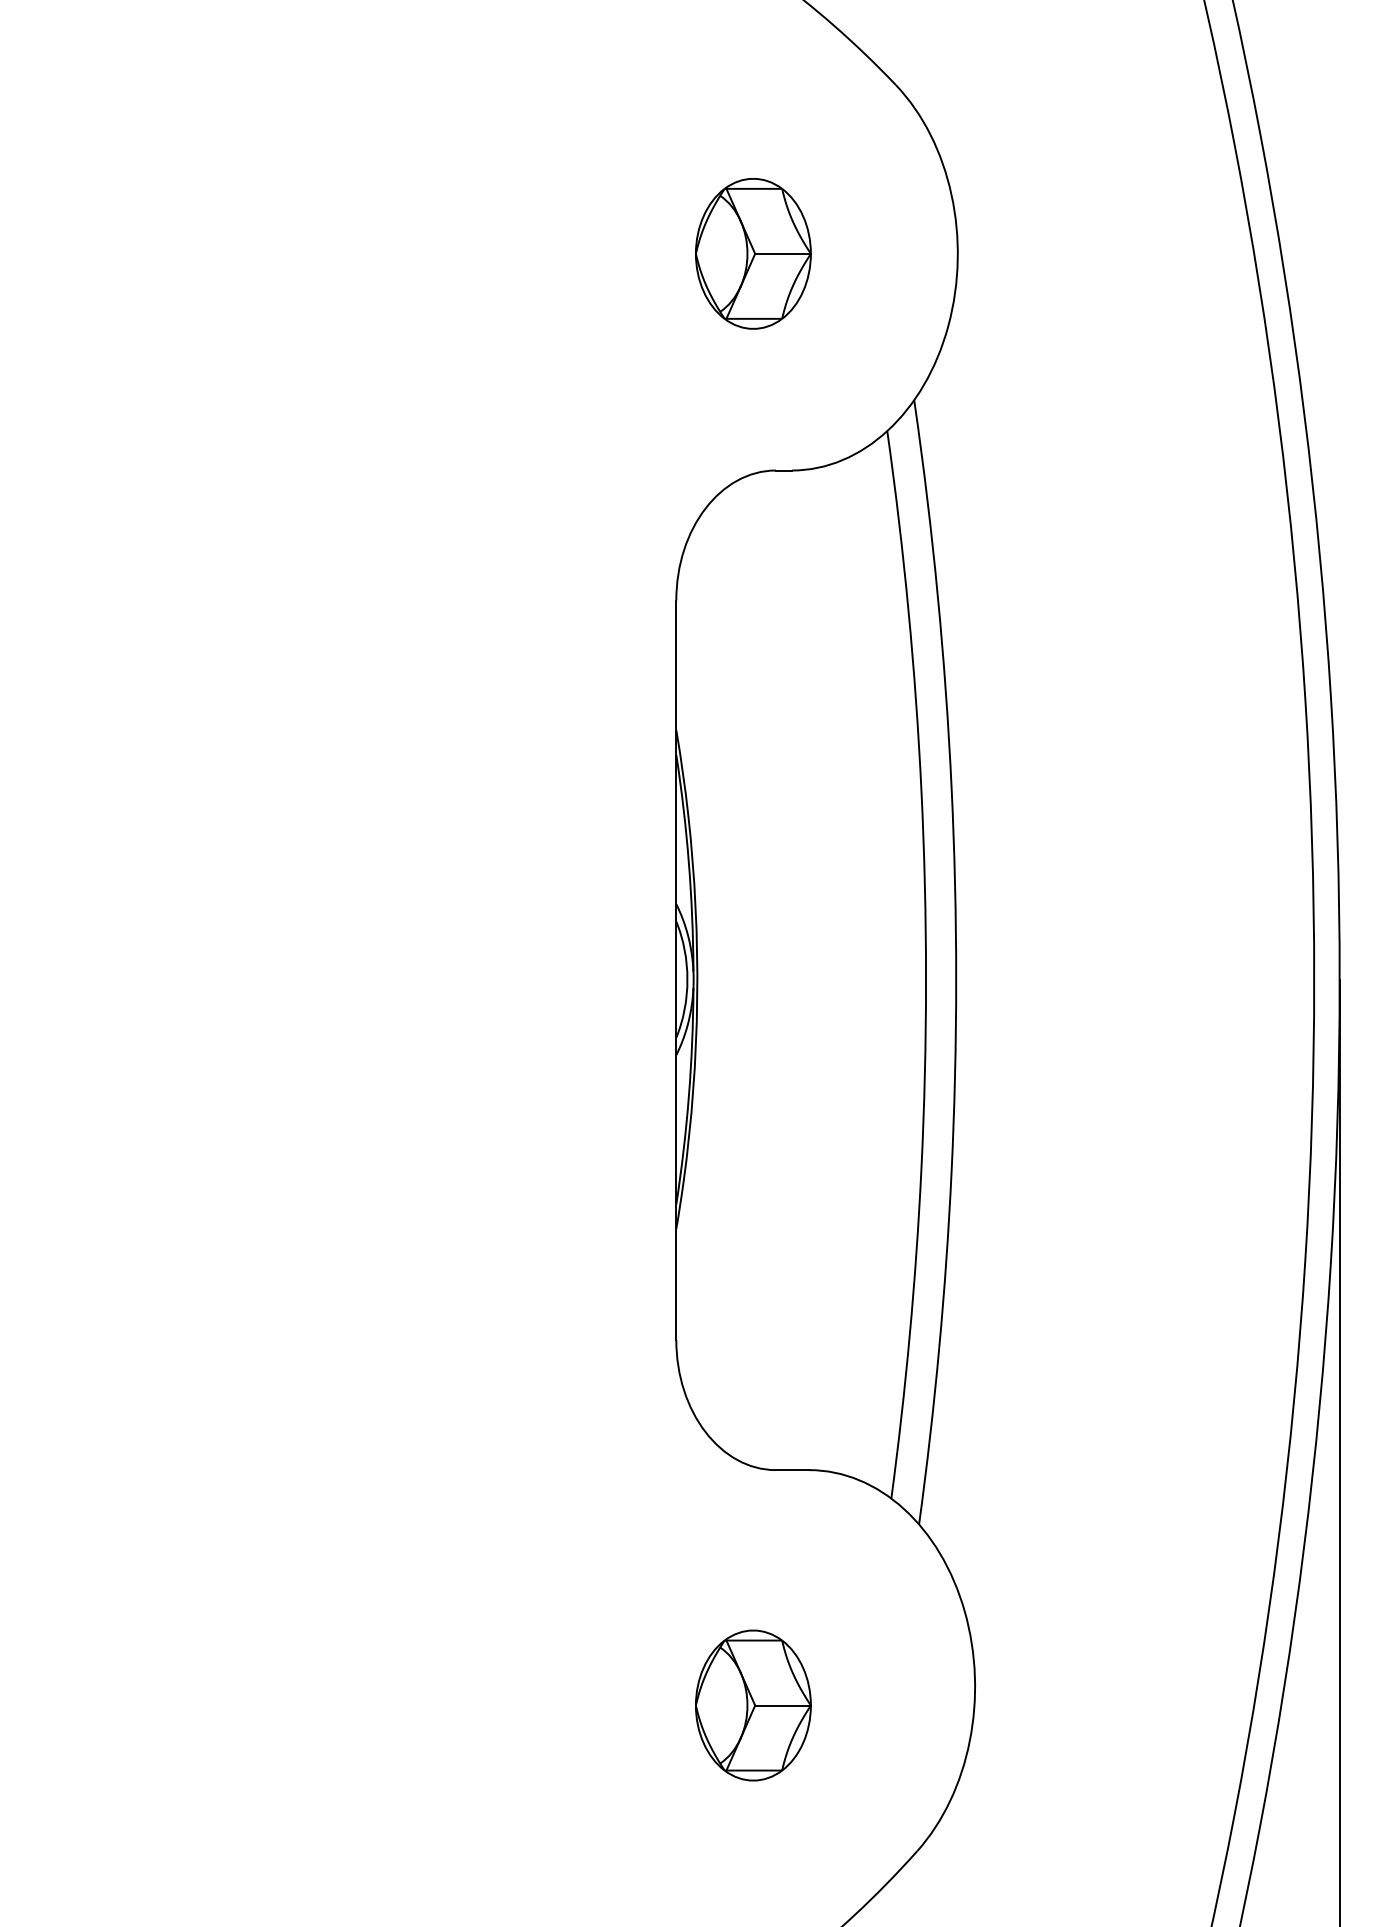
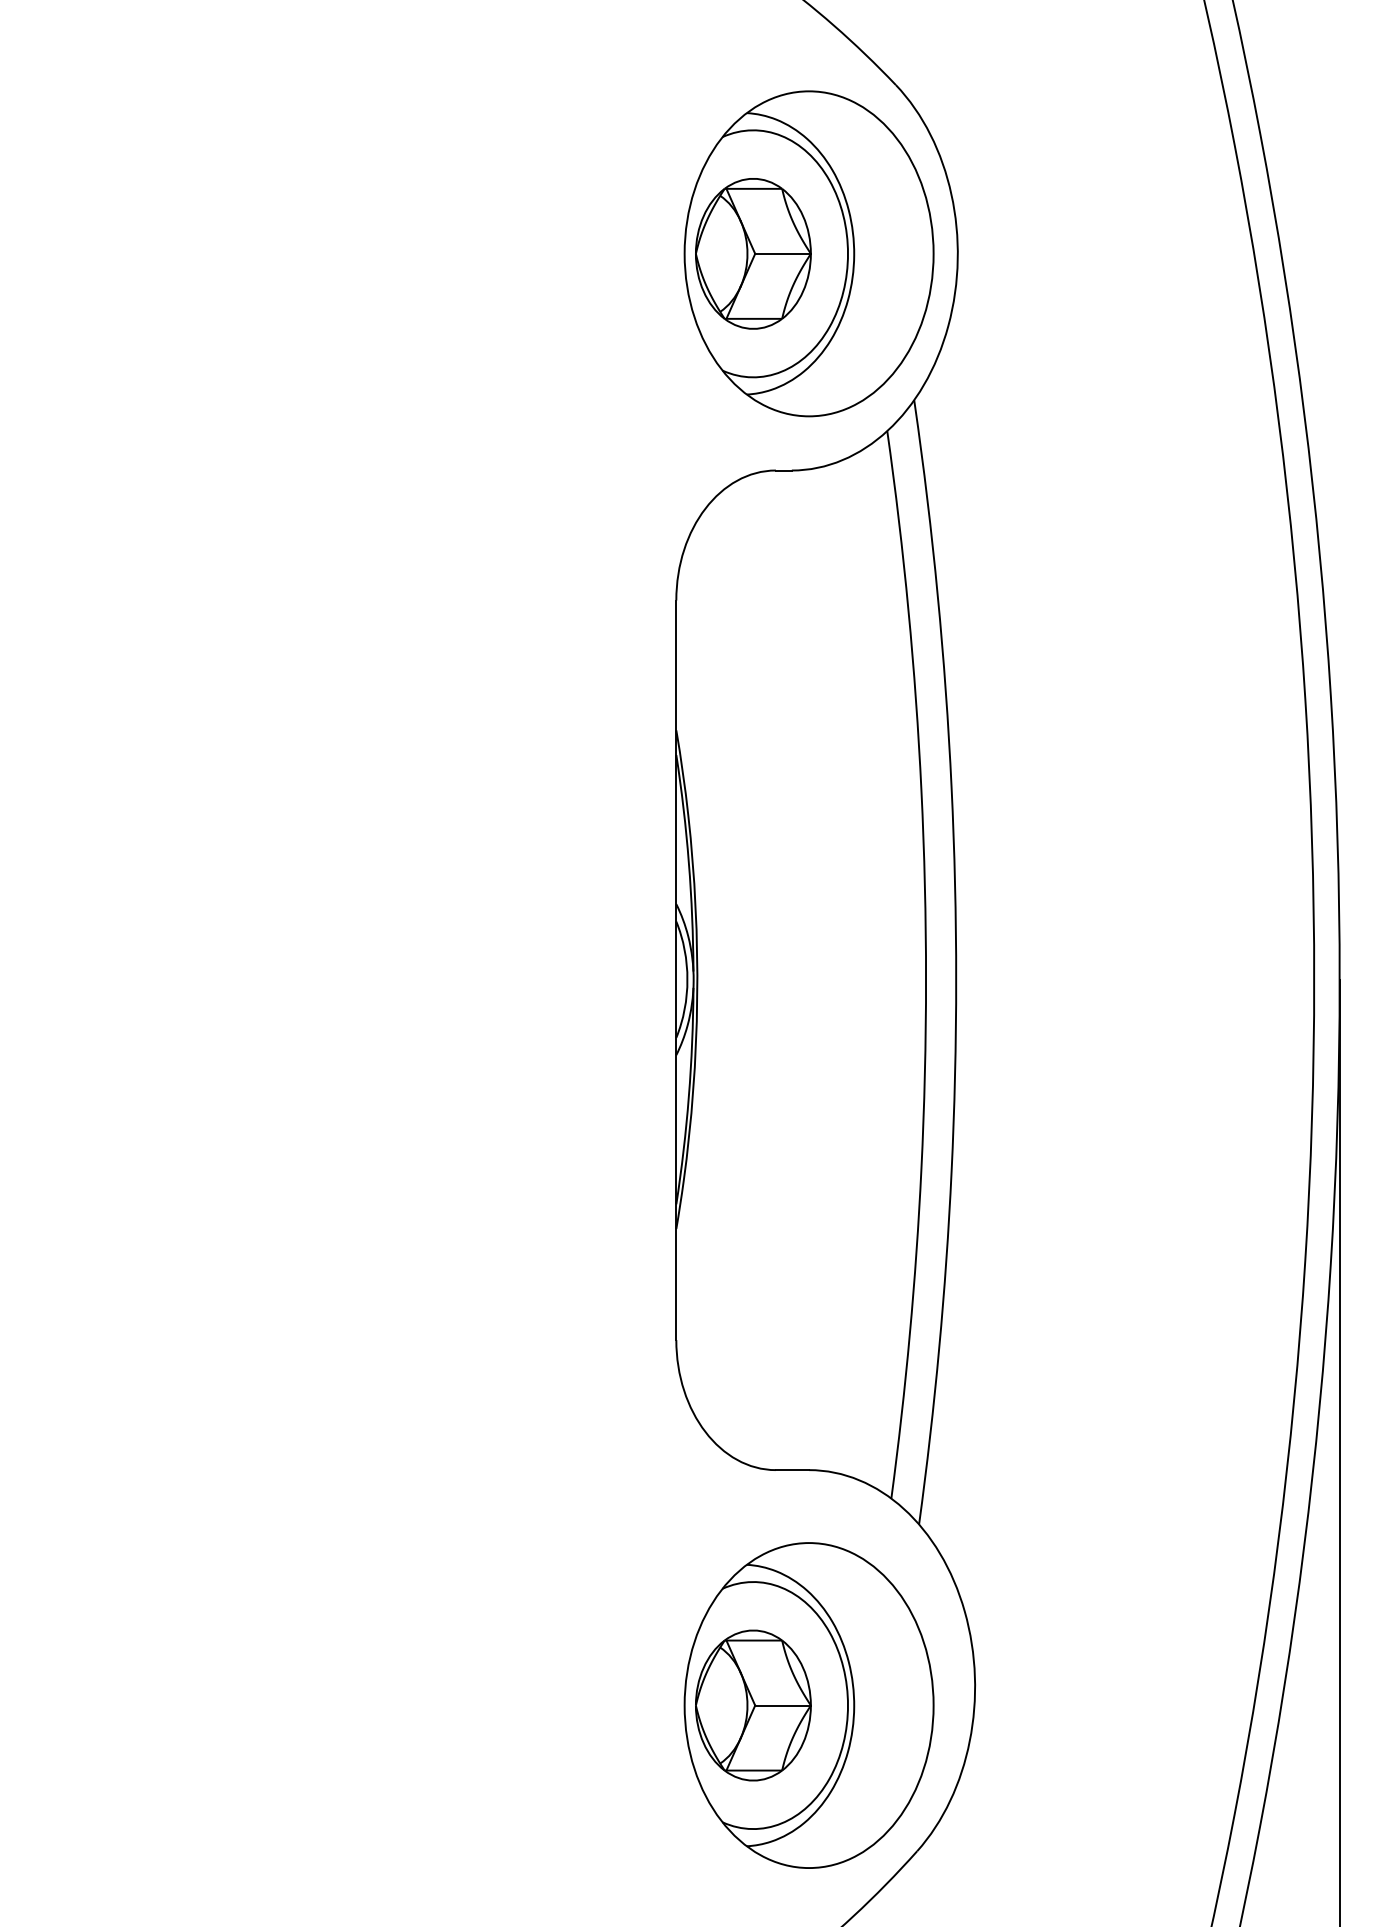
part at (808, 253): none -> present
part at (808, 1705): none -> present
